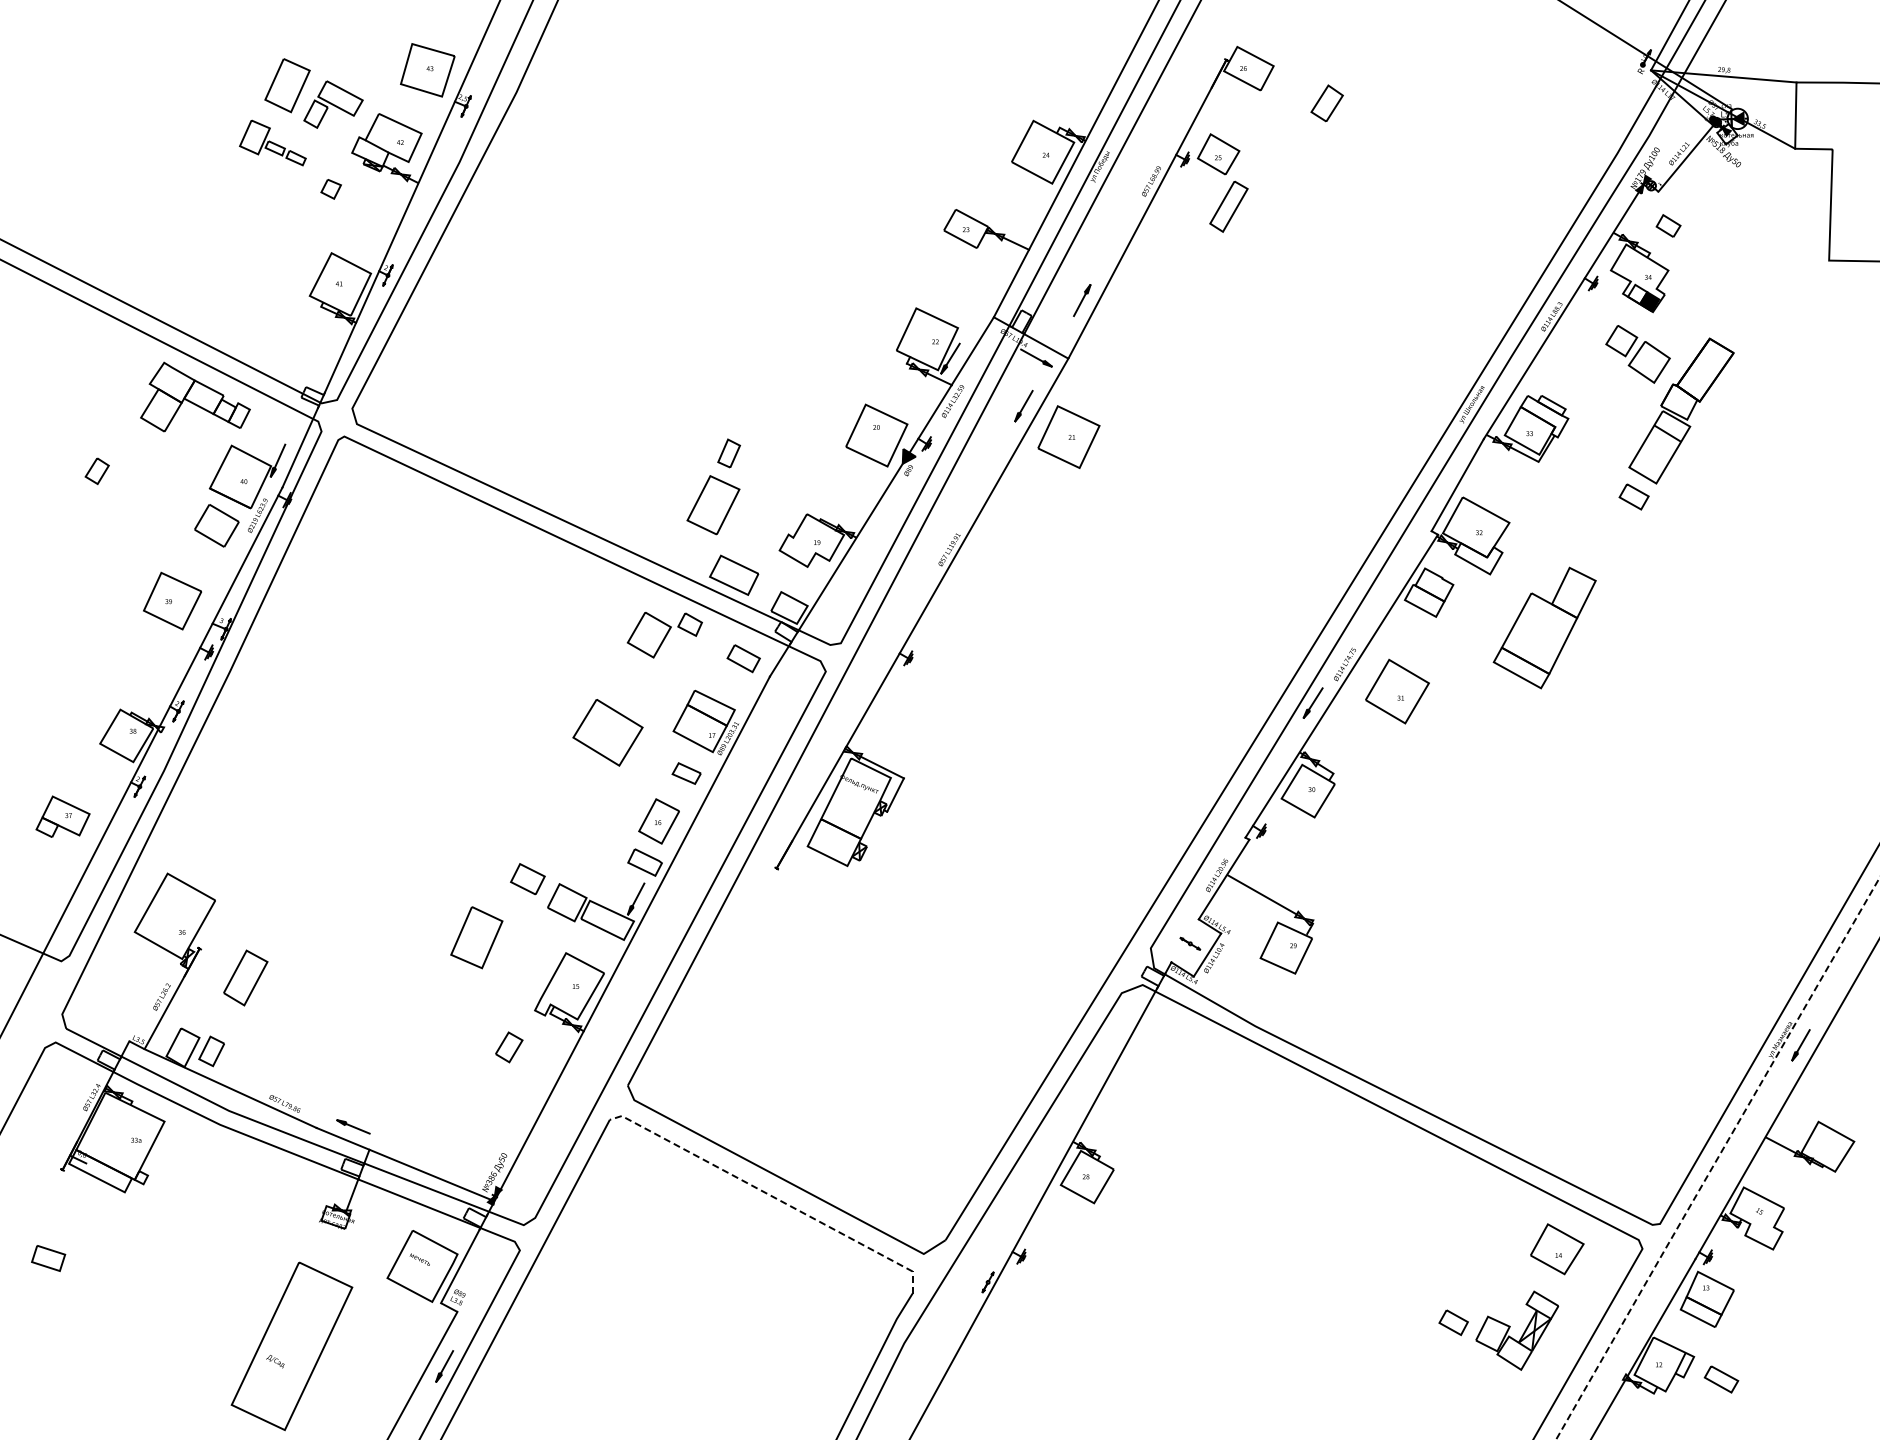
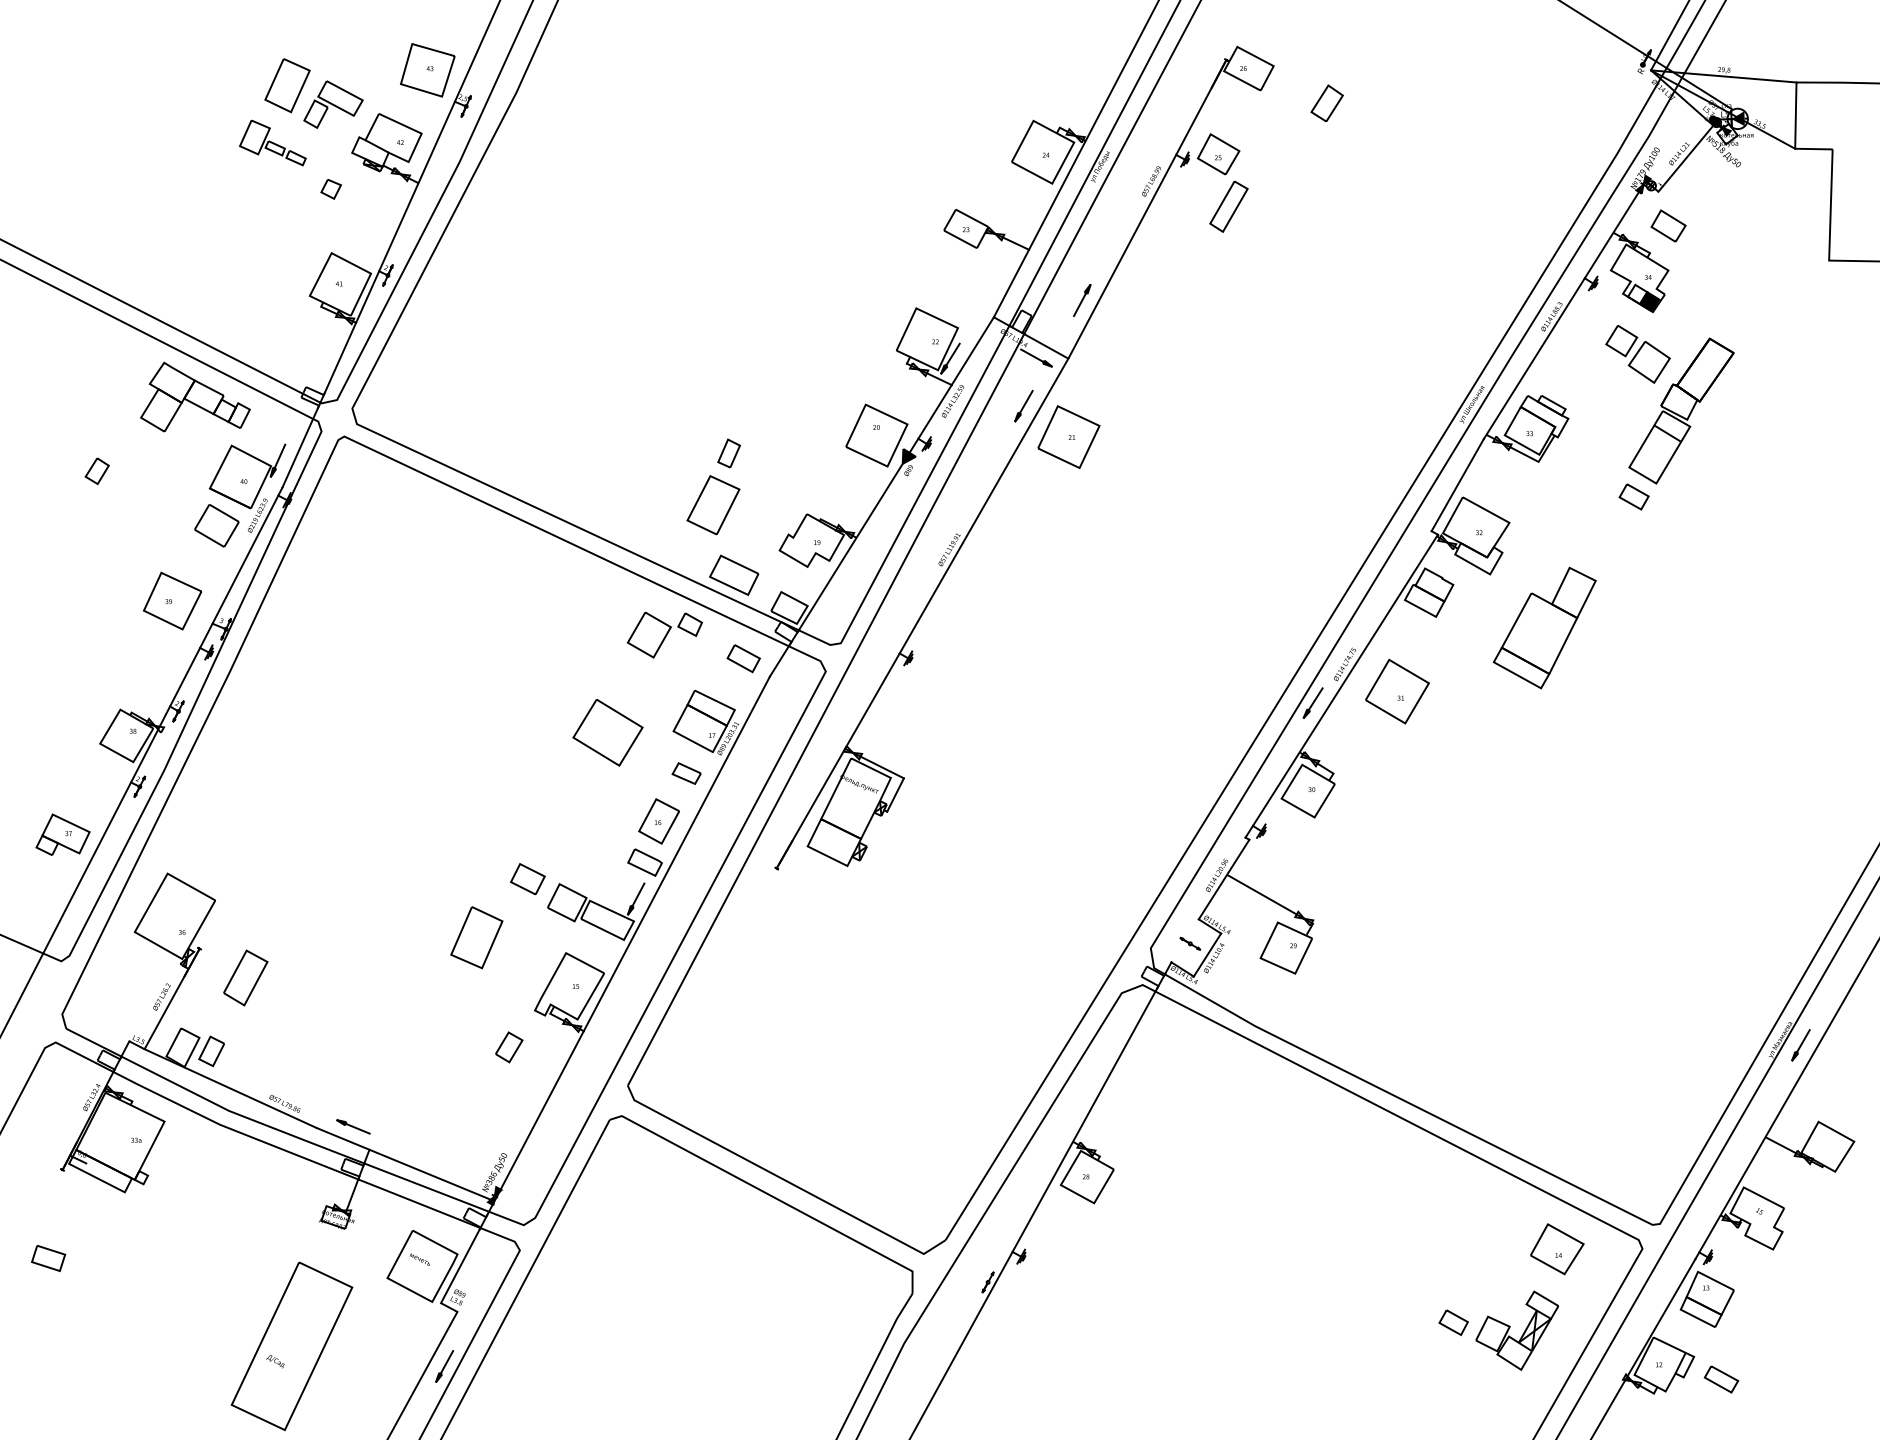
part at (1668, 225) size: 27x24 px -> 37x34 px
part at (62, 816) position: (62, 816) -> (62, 834)
line at (1717, 1159): dashed -> solid
line at (771, 1196): dashed -> solid
